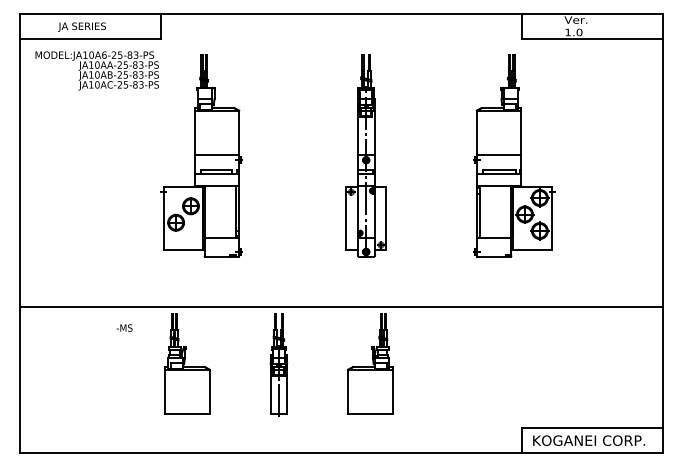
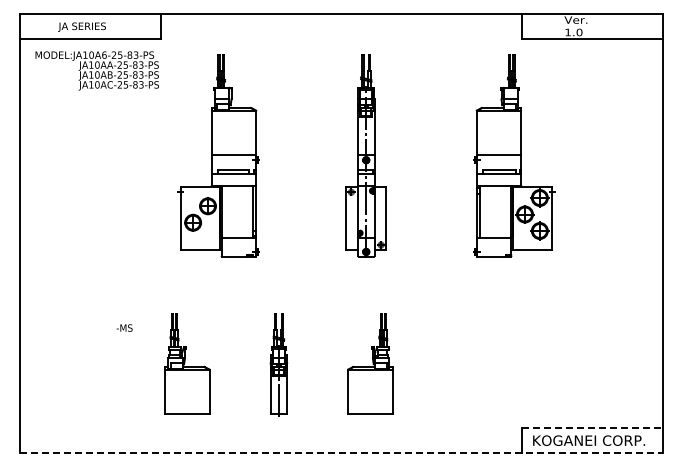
part at (201, 155) position: (201, 155) -> (218, 155)
line at (341, 306): present -> none
line at (592, 428): solid -> dashed
line at (341, 453): solid -> dashed
